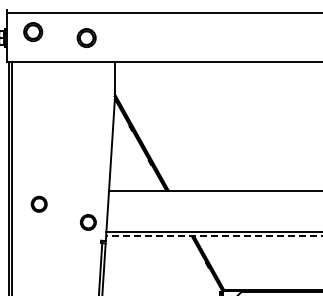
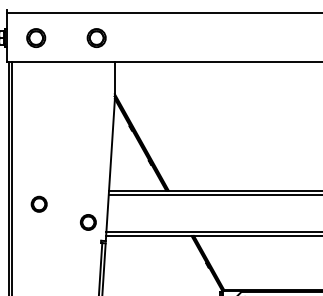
part at (33, 31) position: (33, 31) -> (36, 37)
part at (86, 37) position: (86, 37) -> (96, 37)
line at (213, 195): none -> present
line at (213, 236): dashed -> solid
